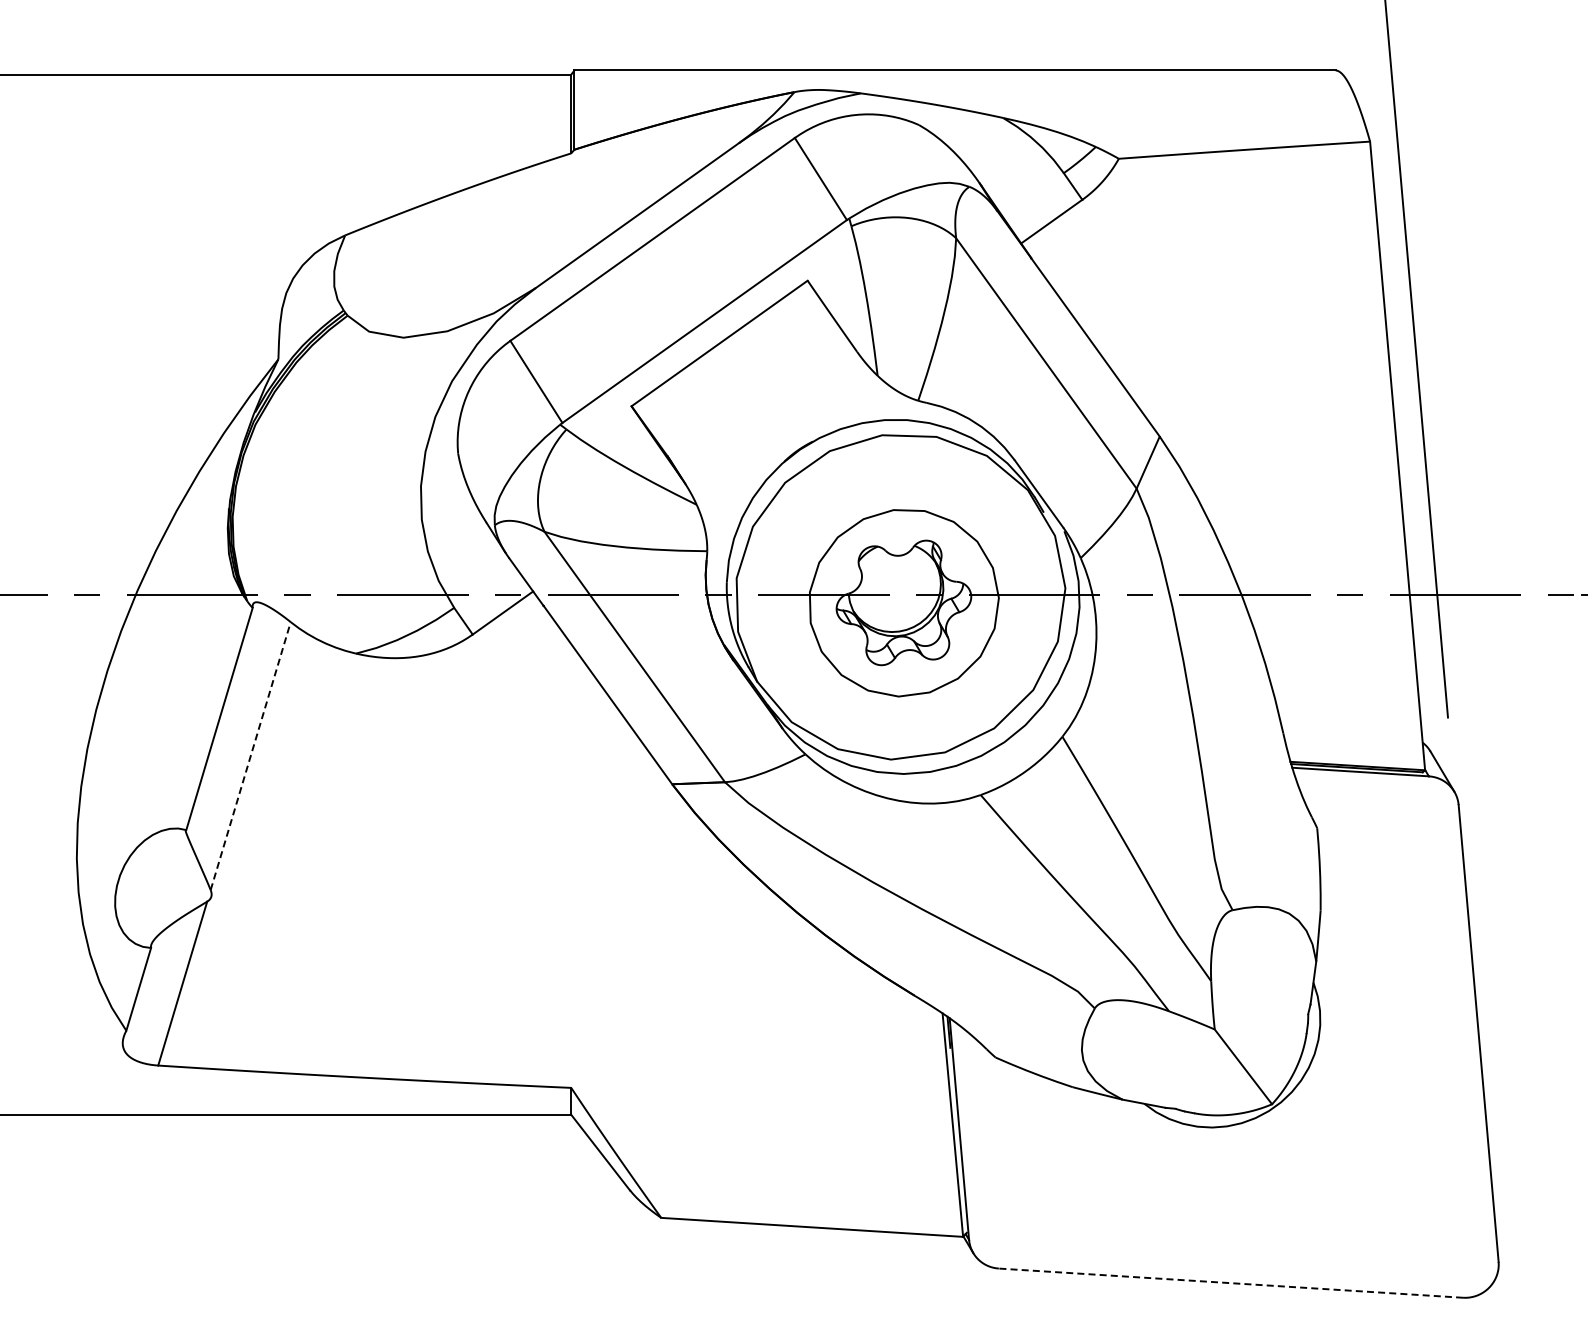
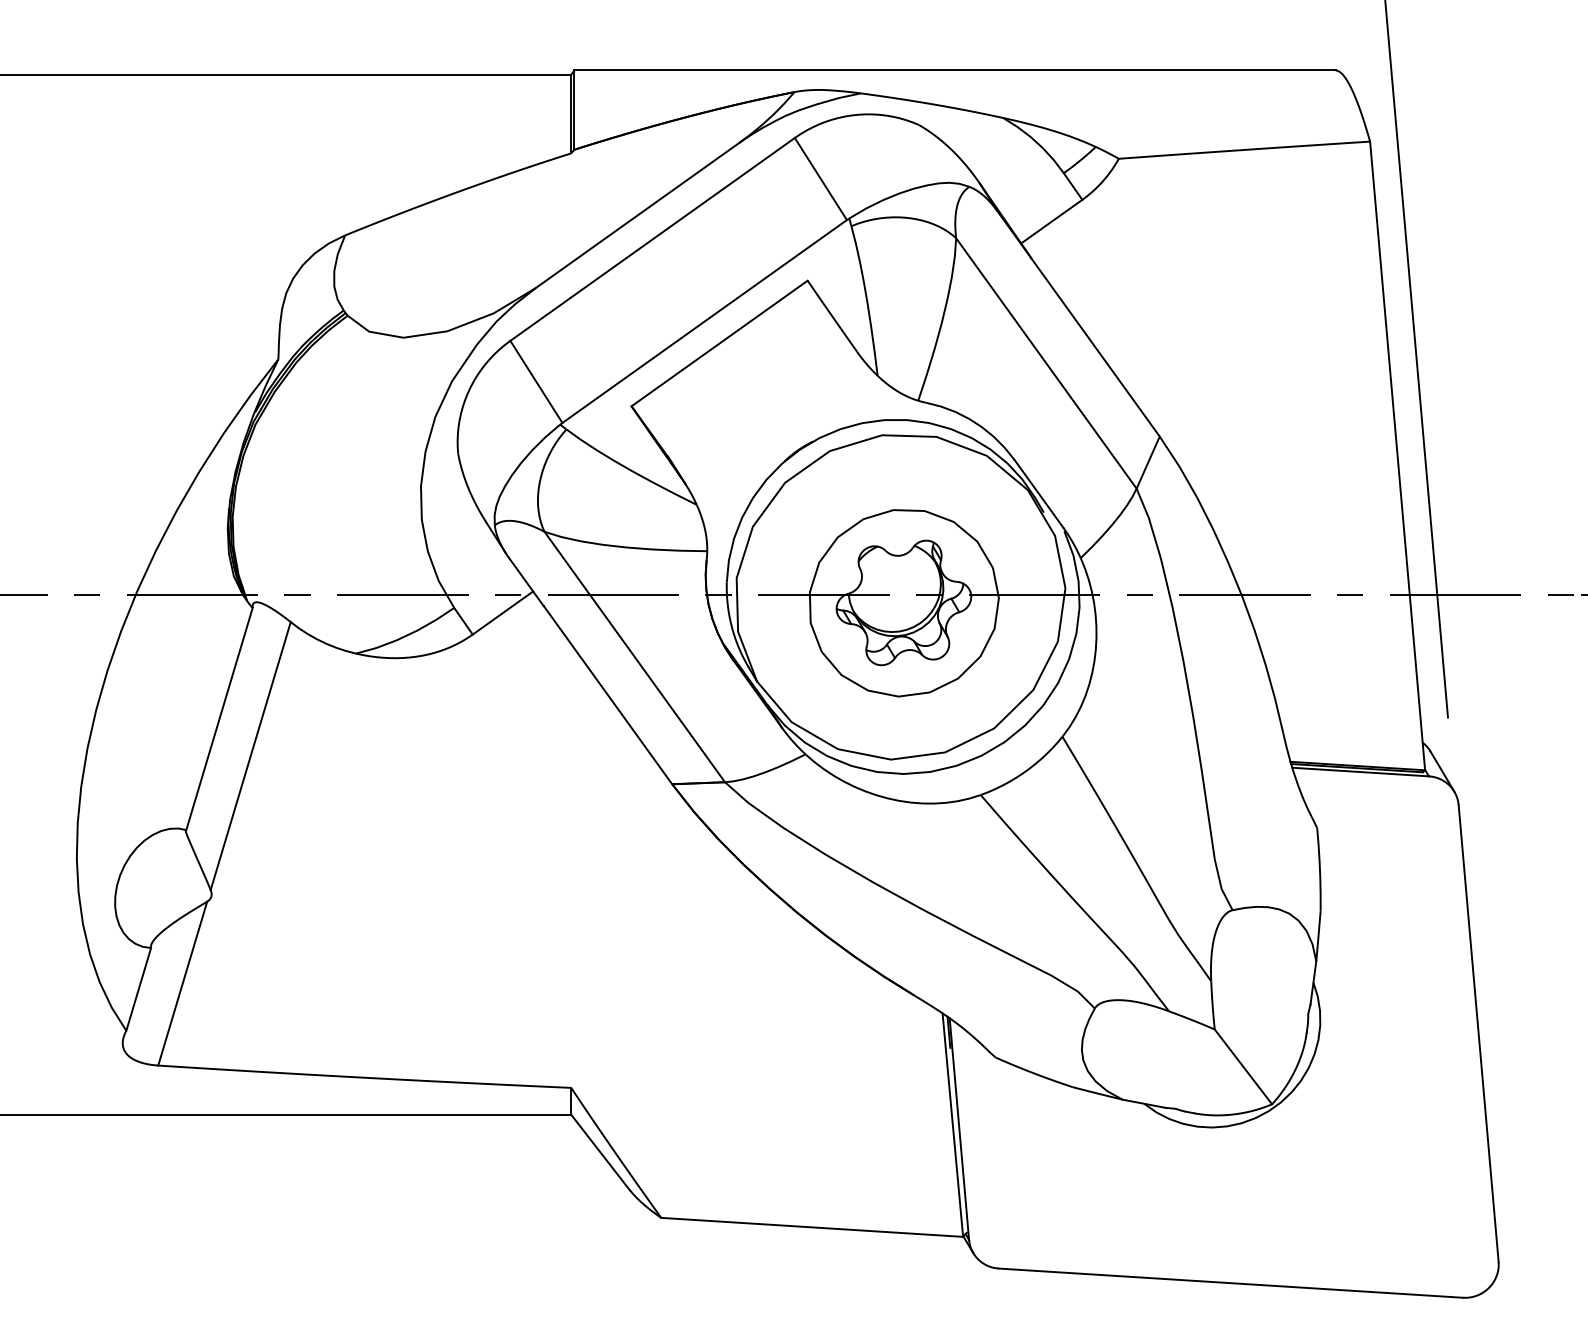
line at (250, 756): dashed -> solid
line at (1230, 1283): dashed -> solid
